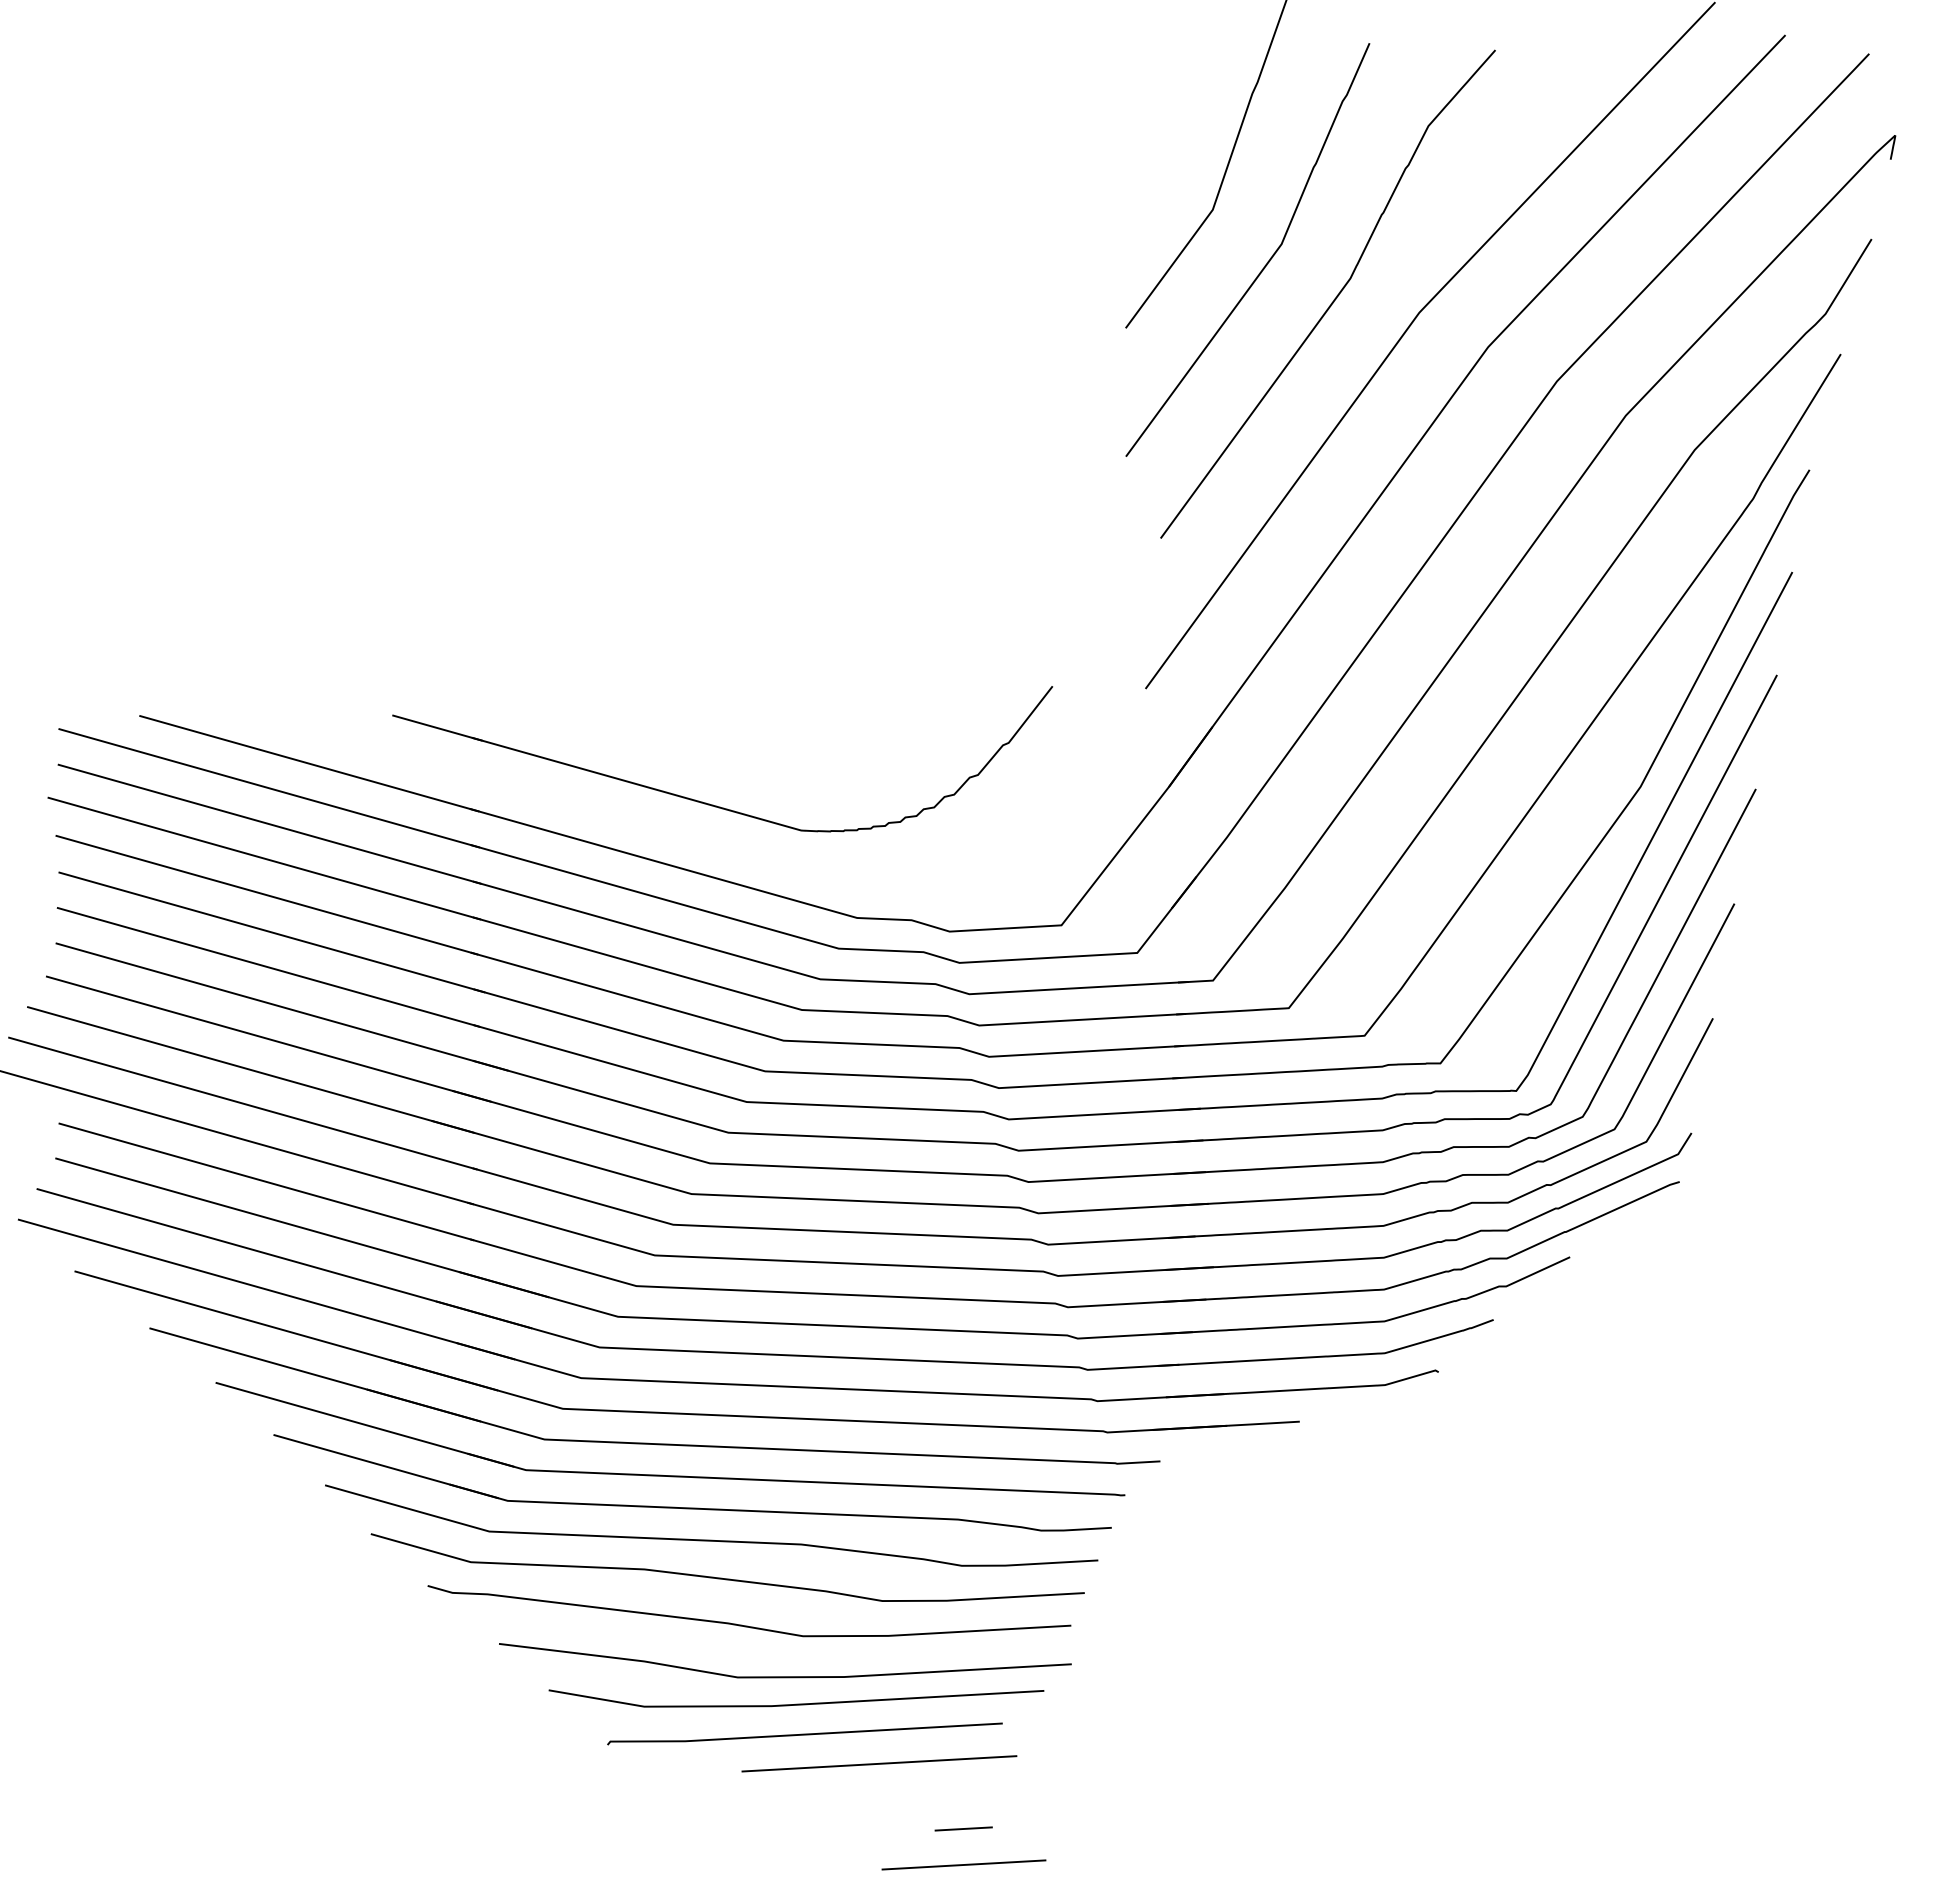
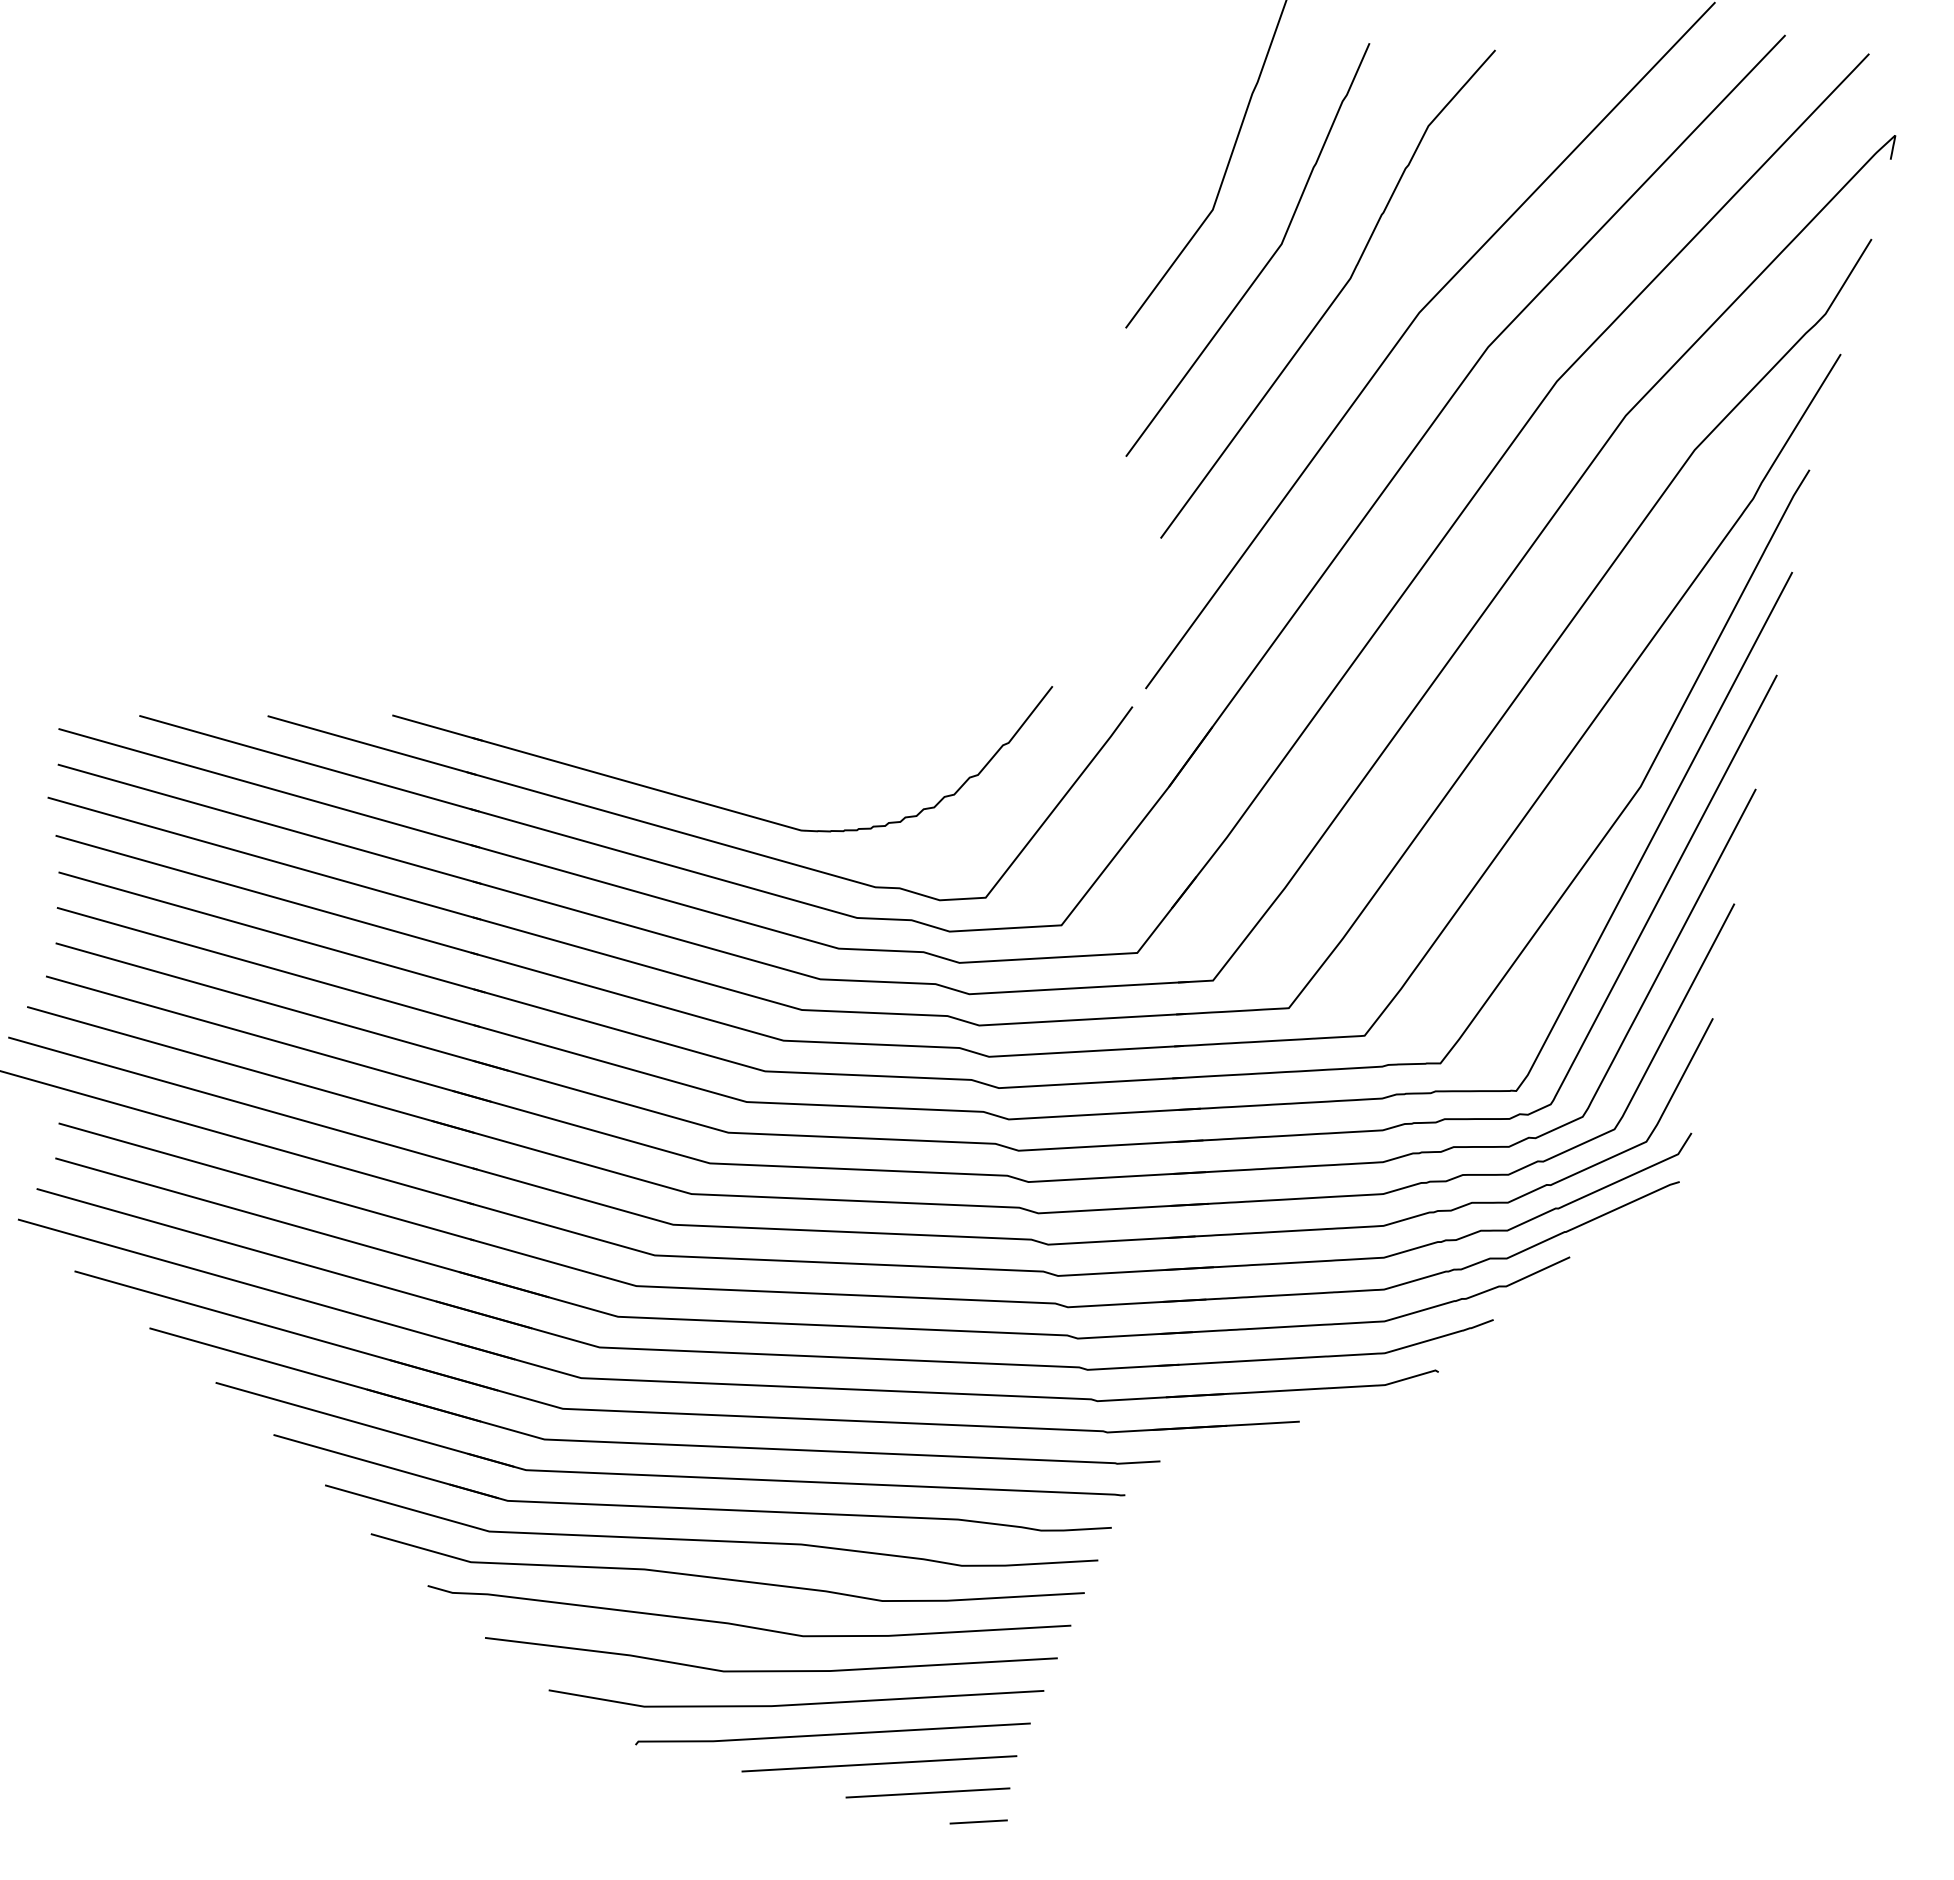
part at (692, 834): none -> present
curve at (785, 1676) position: (785, 1676) -> (771, 1670)
curve at (804, 1733) position: (804, 1733) -> (832, 1733)
line at (963, 1828) position: (963, 1828) -> (978, 1821)
line at (963, 1864) position: (963, 1864) -> (927, 1792)
